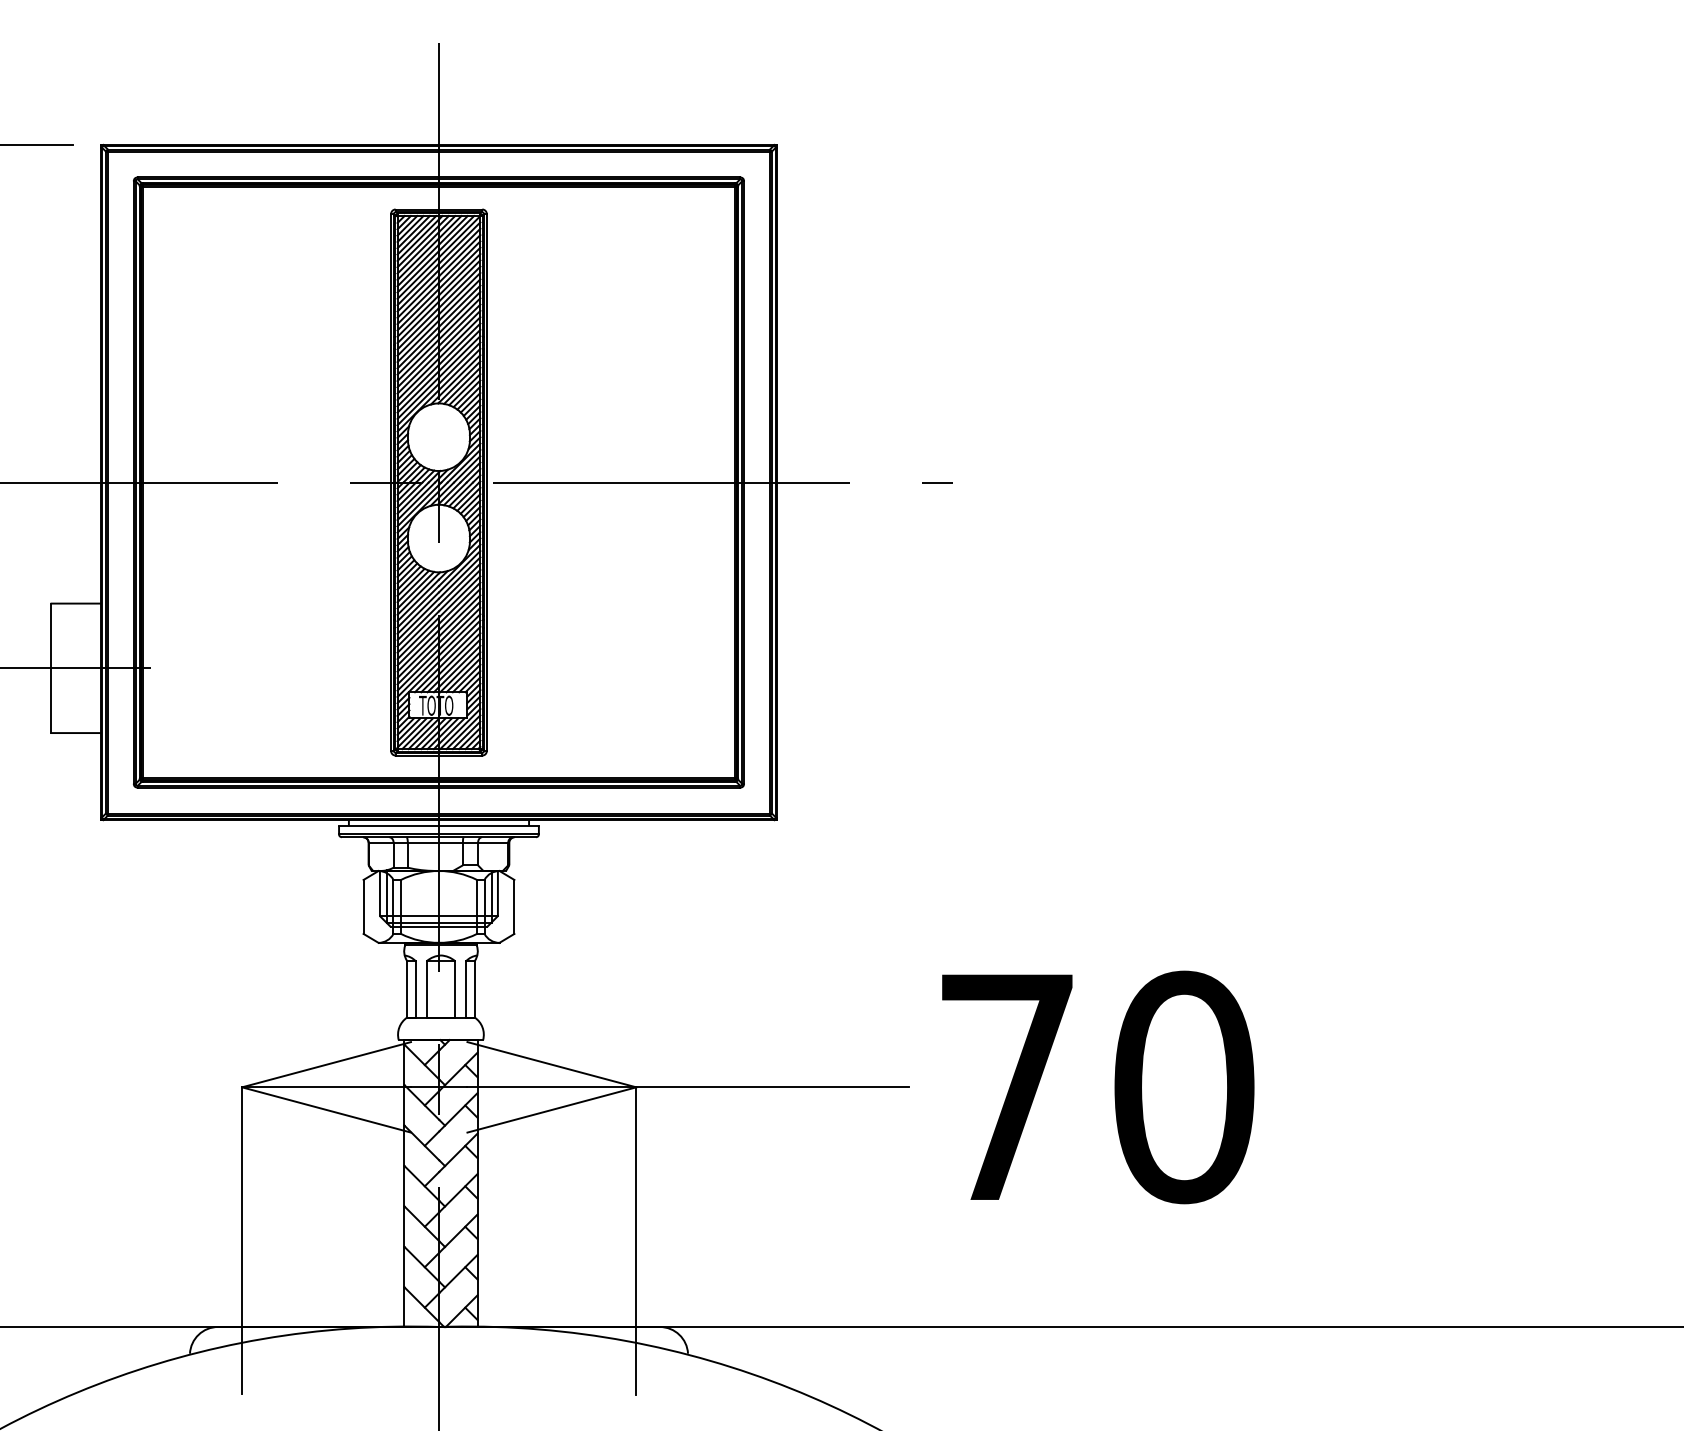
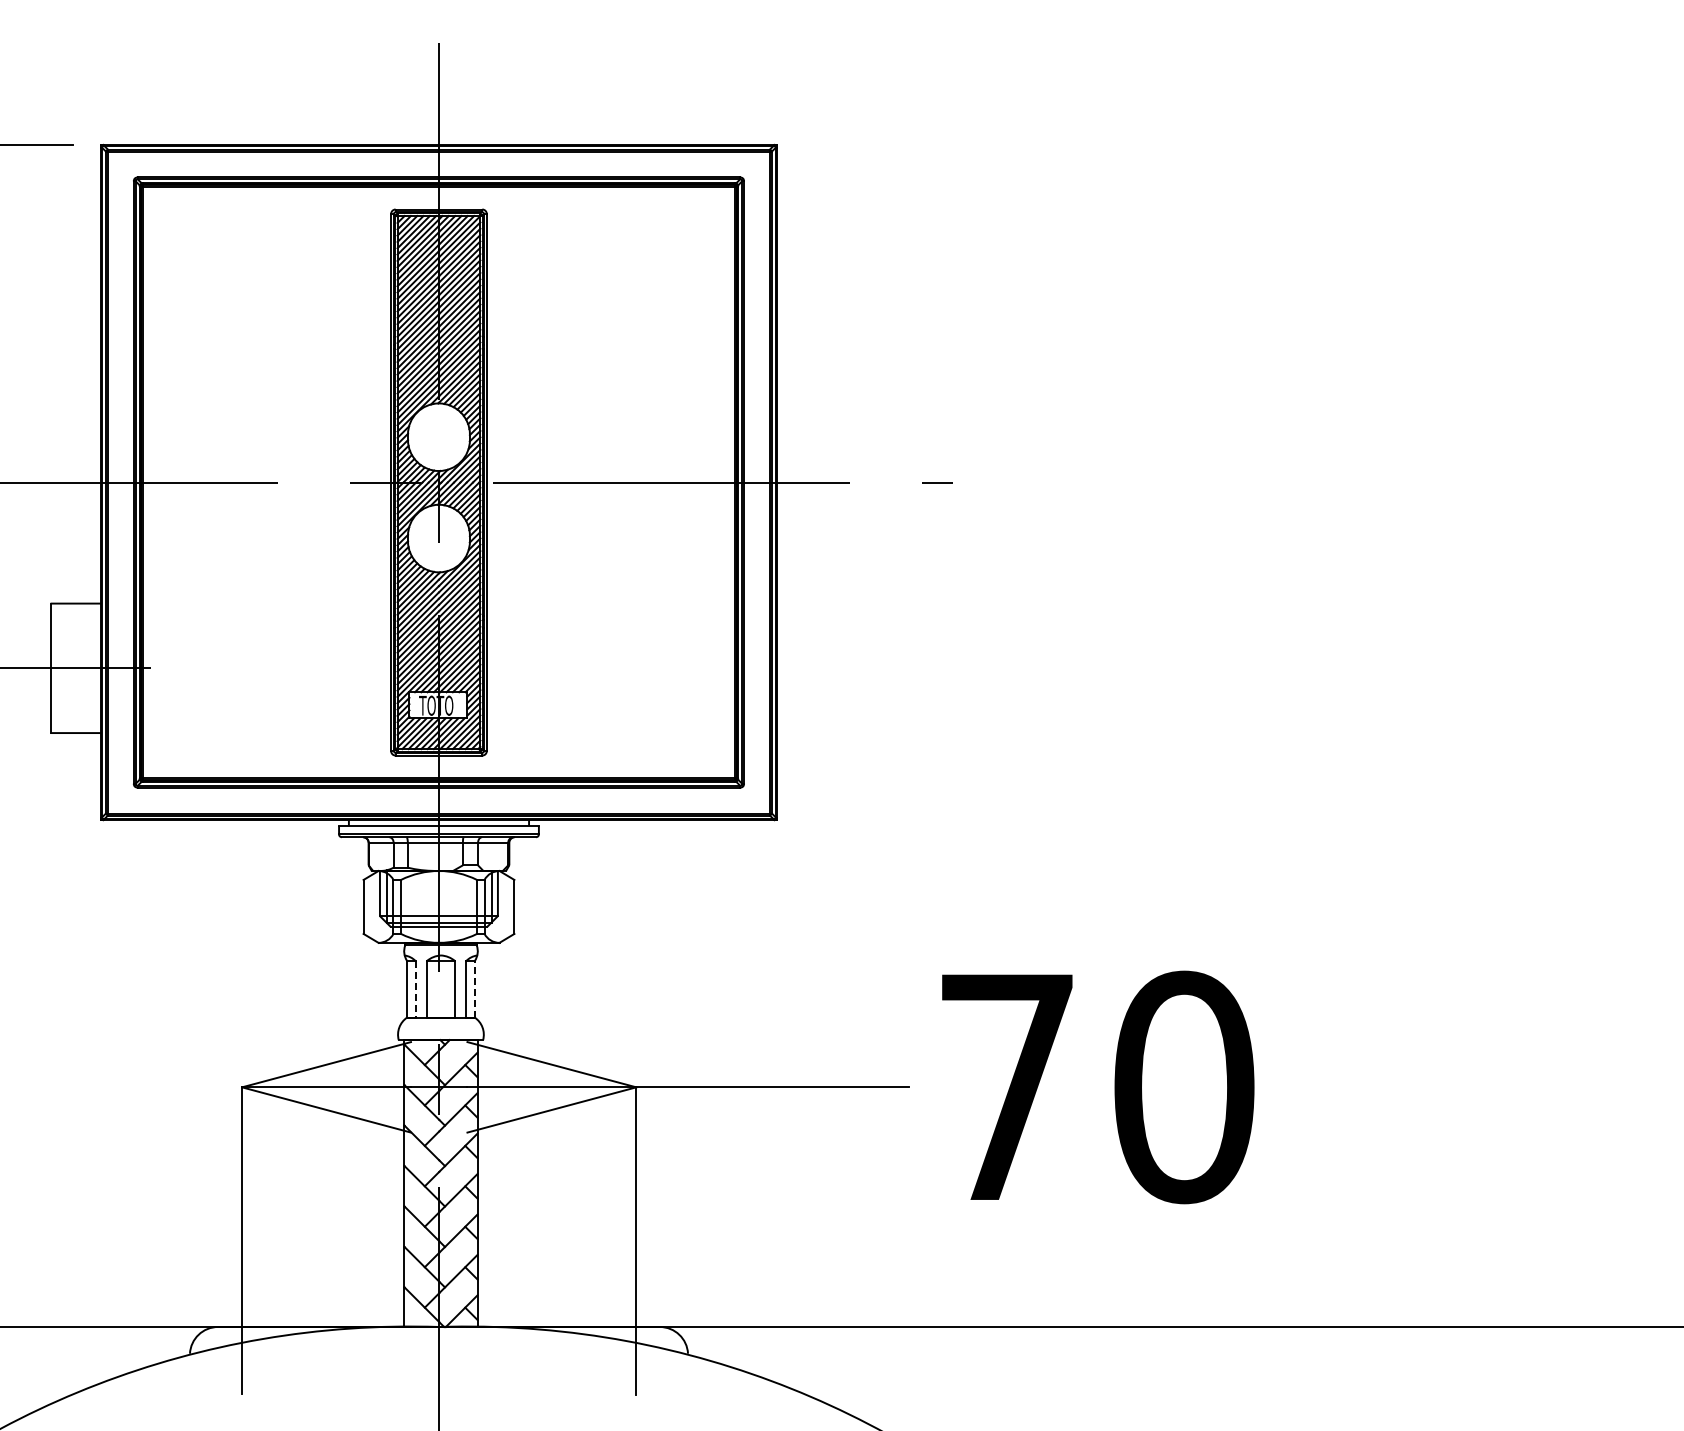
line at (474, 988): solid -> dashed
line at (415, 989): solid -> dashed
